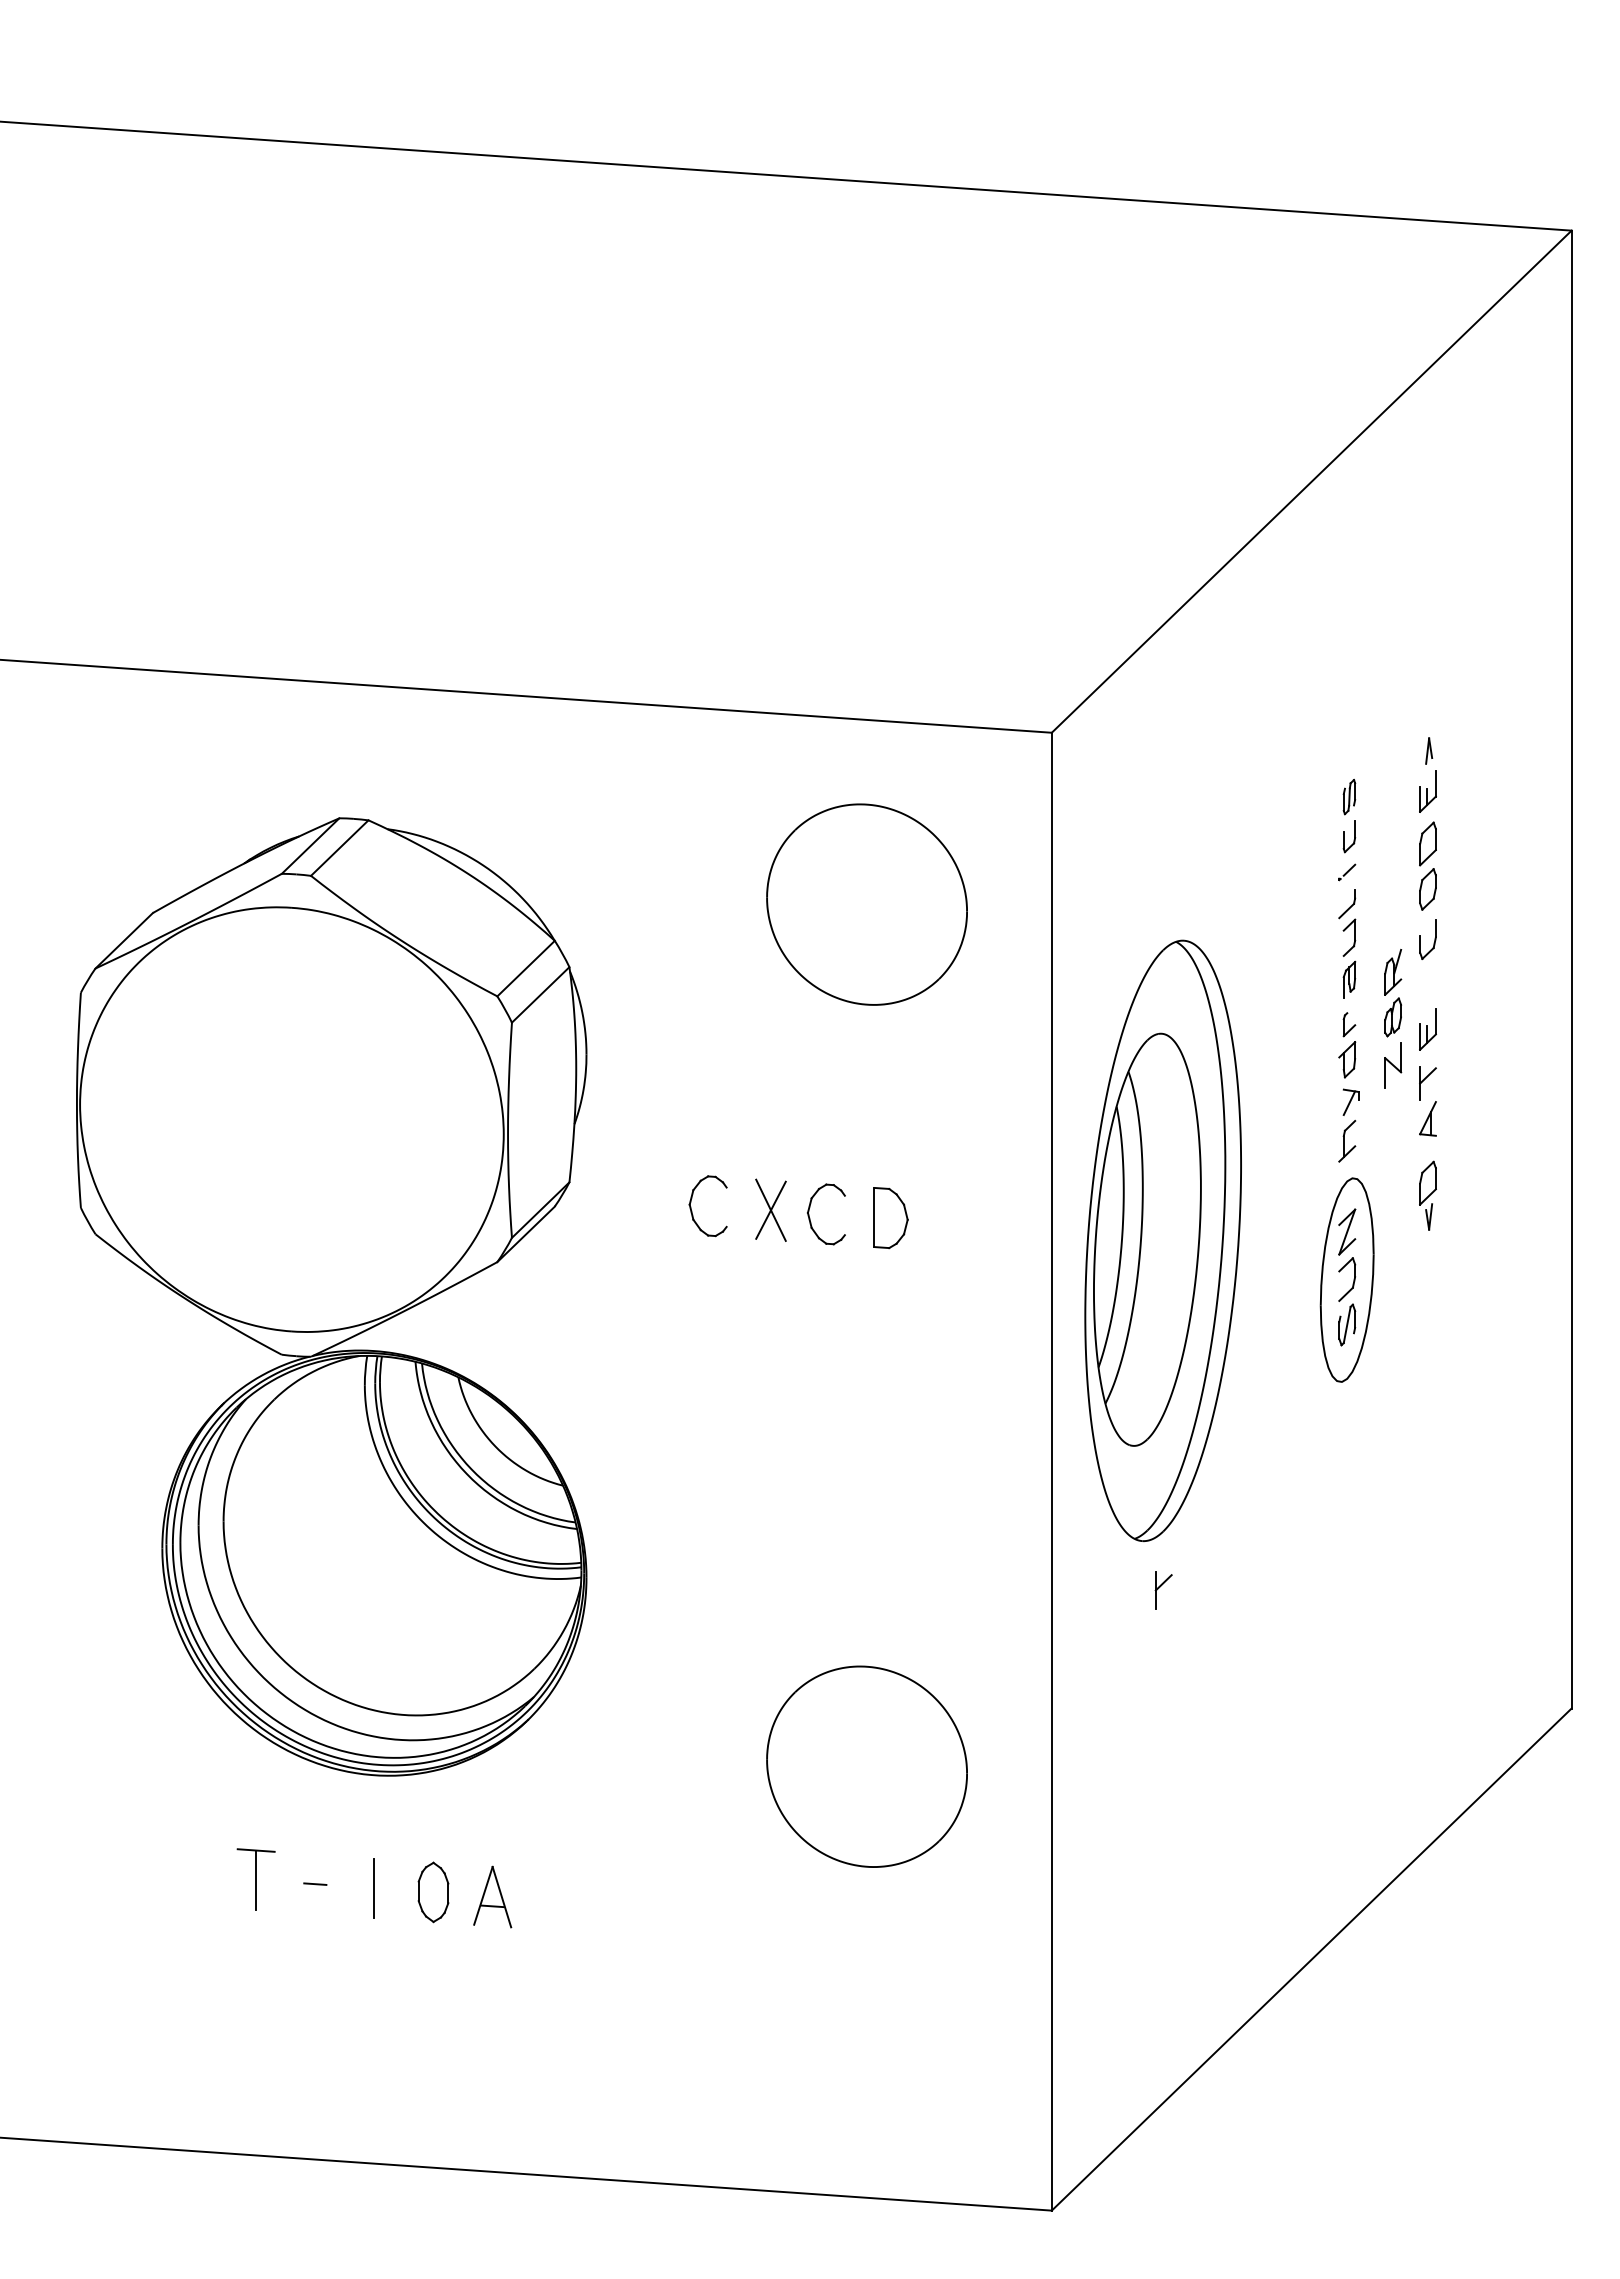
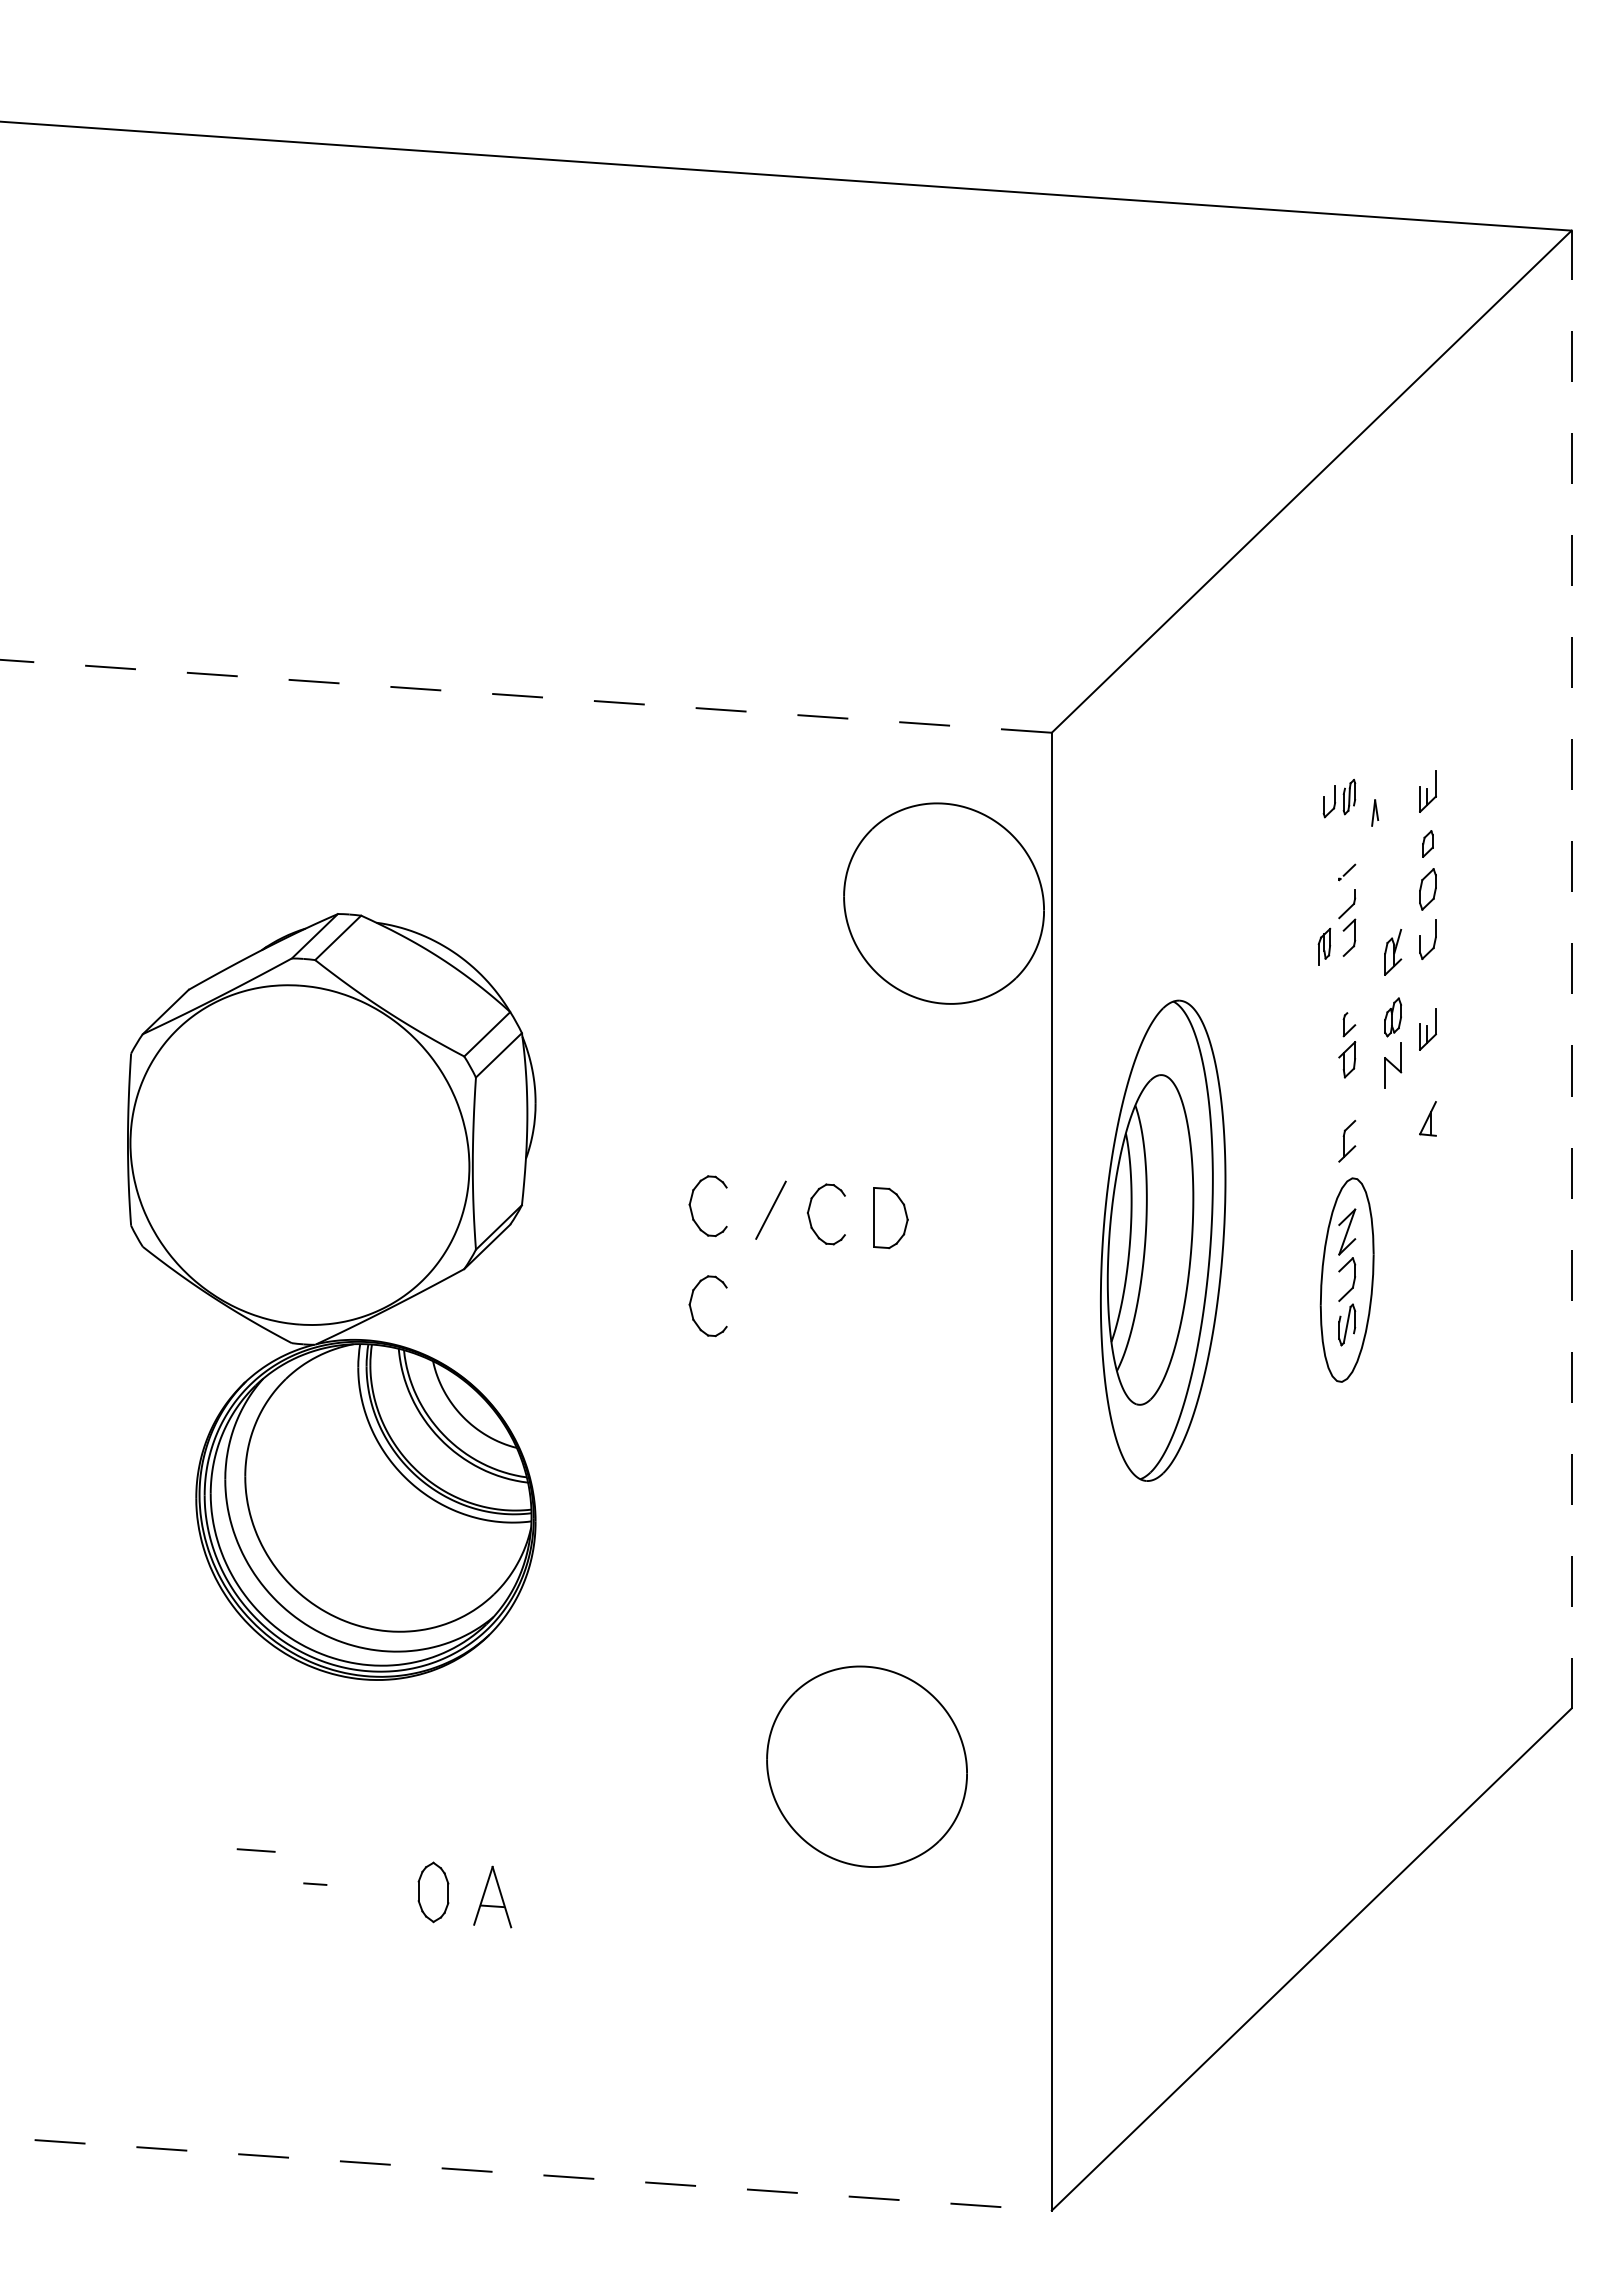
line at (526, 696): solid -> dashed
part at (1429, 750) position: (1429, 750) -> (1375, 812)
part at (1349, 836) position: (1349, 836) -> (1329, 801)
part at (1427, 843) size: 18x46 px -> 12x28 px
part at (866, 904) position: (866, 904) -> (943, 903)
line at (1571, 969): solid -> dashed
part at (1393, 972) position: (1393, 972) -> (1393, 952)
part at (1349, 979) position: (1349, 979) -> (1324, 946)
part at (1427, 1083): present -> none
part at (1350, 1101): present -> none
part at (1427, 1195): present -> none
line at (770, 1209): present -> none
part at (1162, 1240) size: 158x603 px -> 127x483 px
part at (331, 1296) size: 512x960 px -> 410x768 px
part at (692, 1310): none -> present
part at (1163, 1590): present -> none
line at (256, 1879): present -> none
line at (374, 1887): present -> none
line at (526, 2174): solid -> dashed
